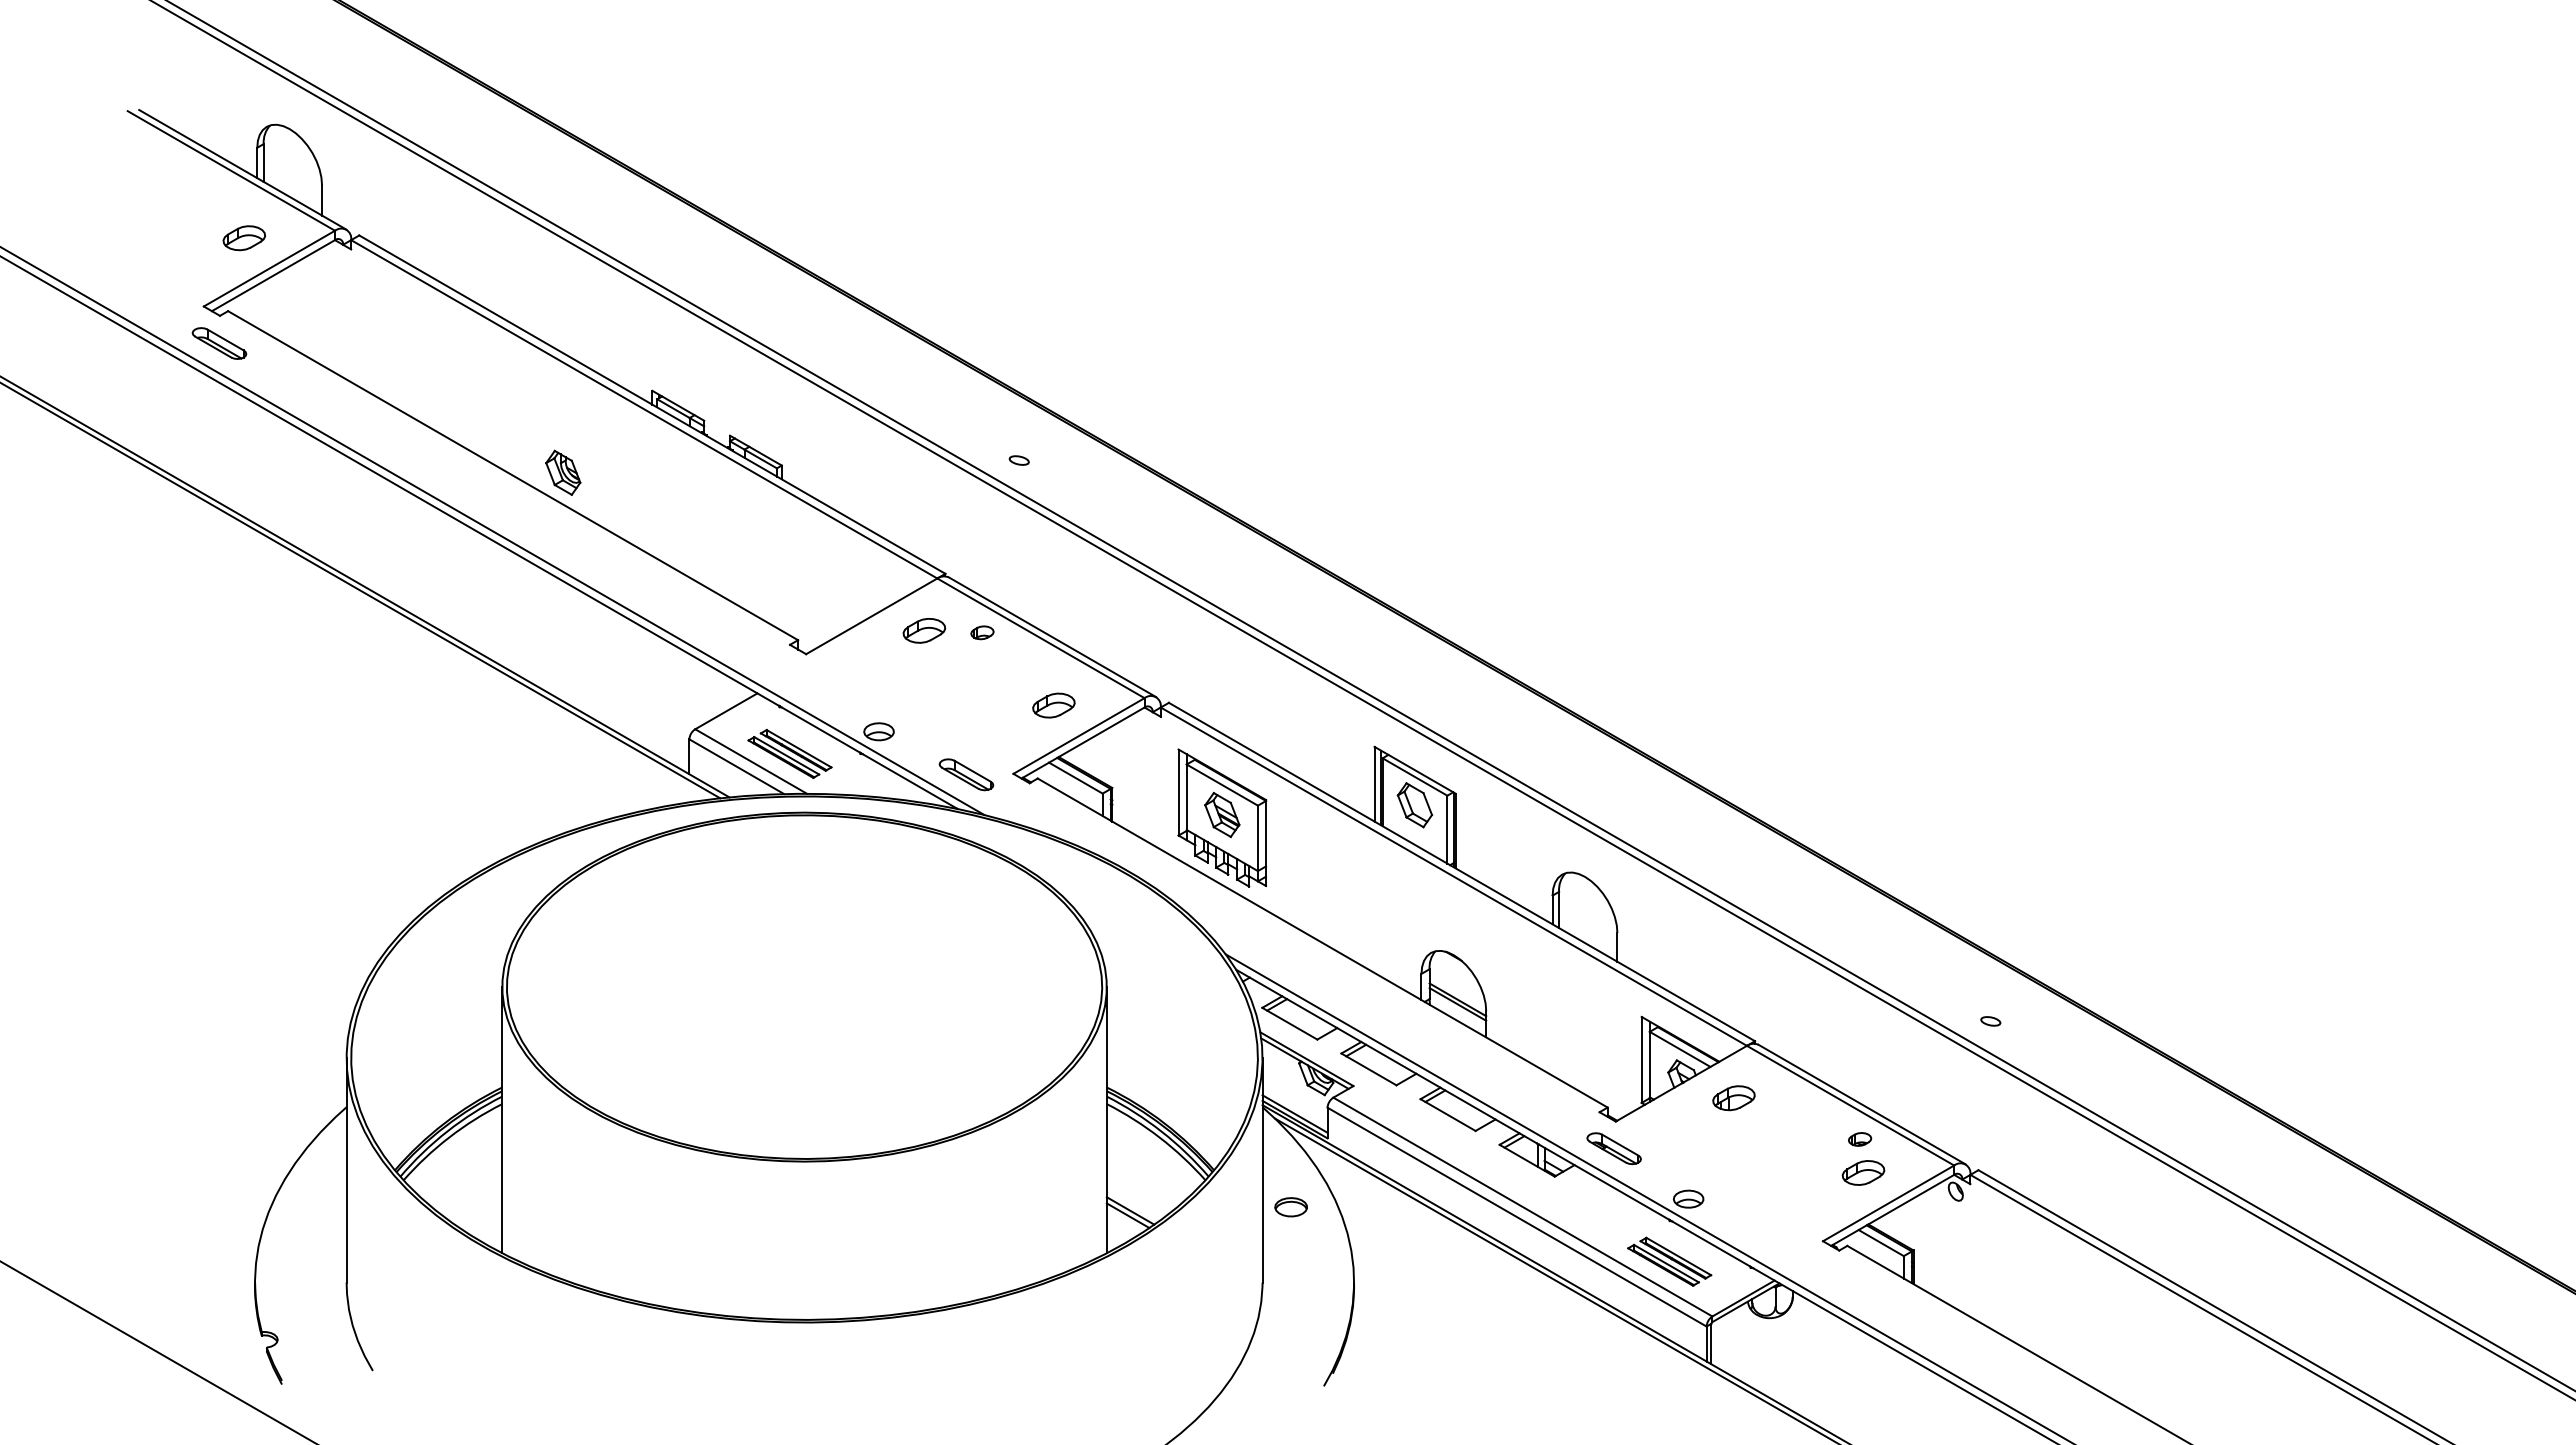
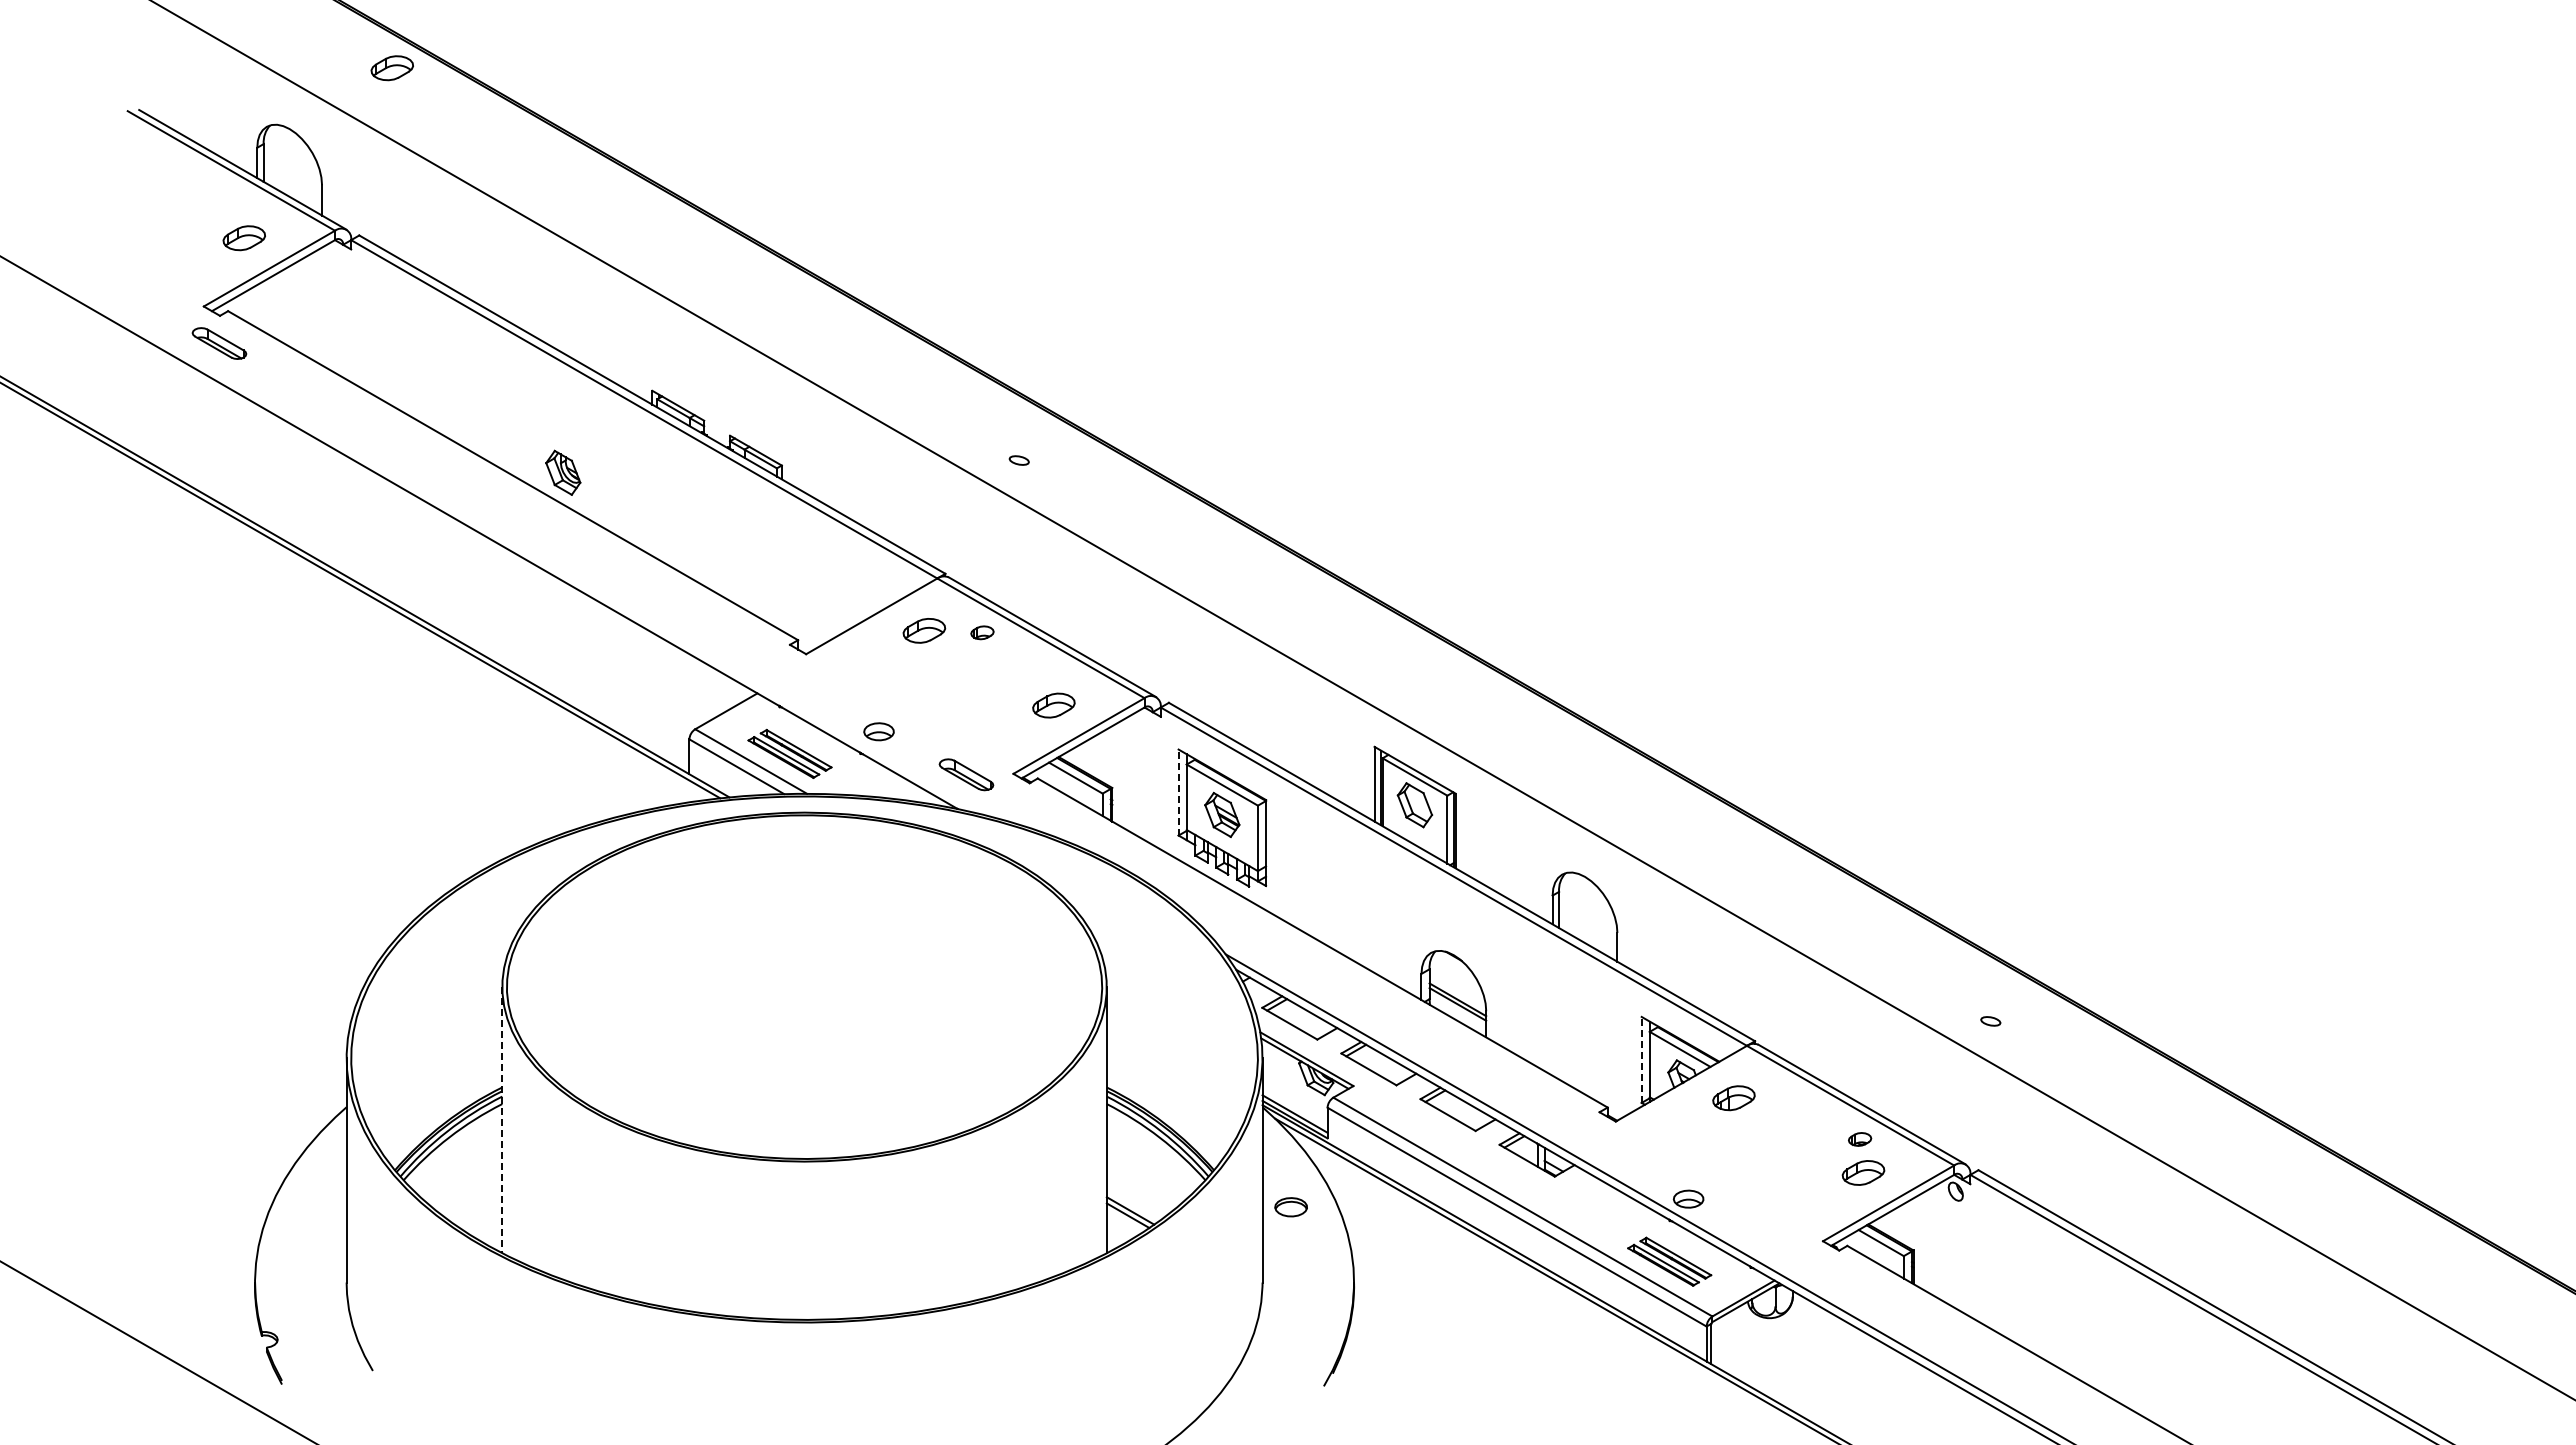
part at (391, 68): none -> present
line at (493, 531): present -> none
line at (1370, 695): present -> none
line at (1178, 792): solid -> dashed
line at (1641, 1059): solid -> dashed
line at (502, 1120): solid -> dashed
part at (1613, 1148): present -> none
